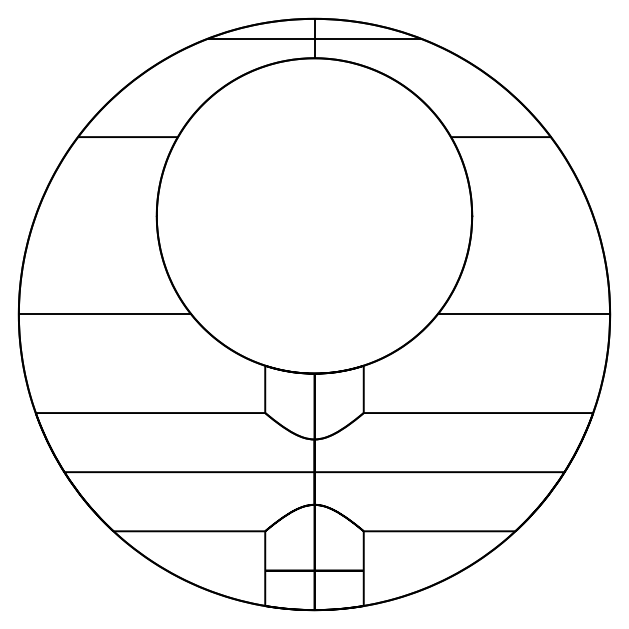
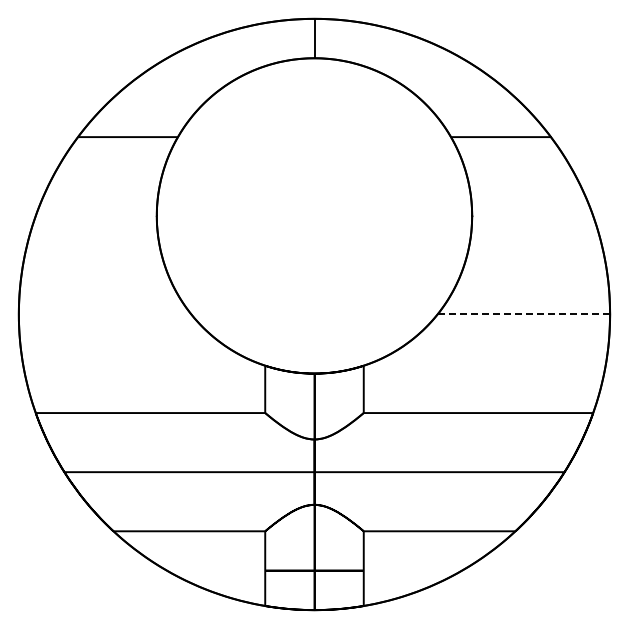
line at (314, 38): present -> none
line at (104, 314): present -> none
line at (524, 314): solid -> dashed
